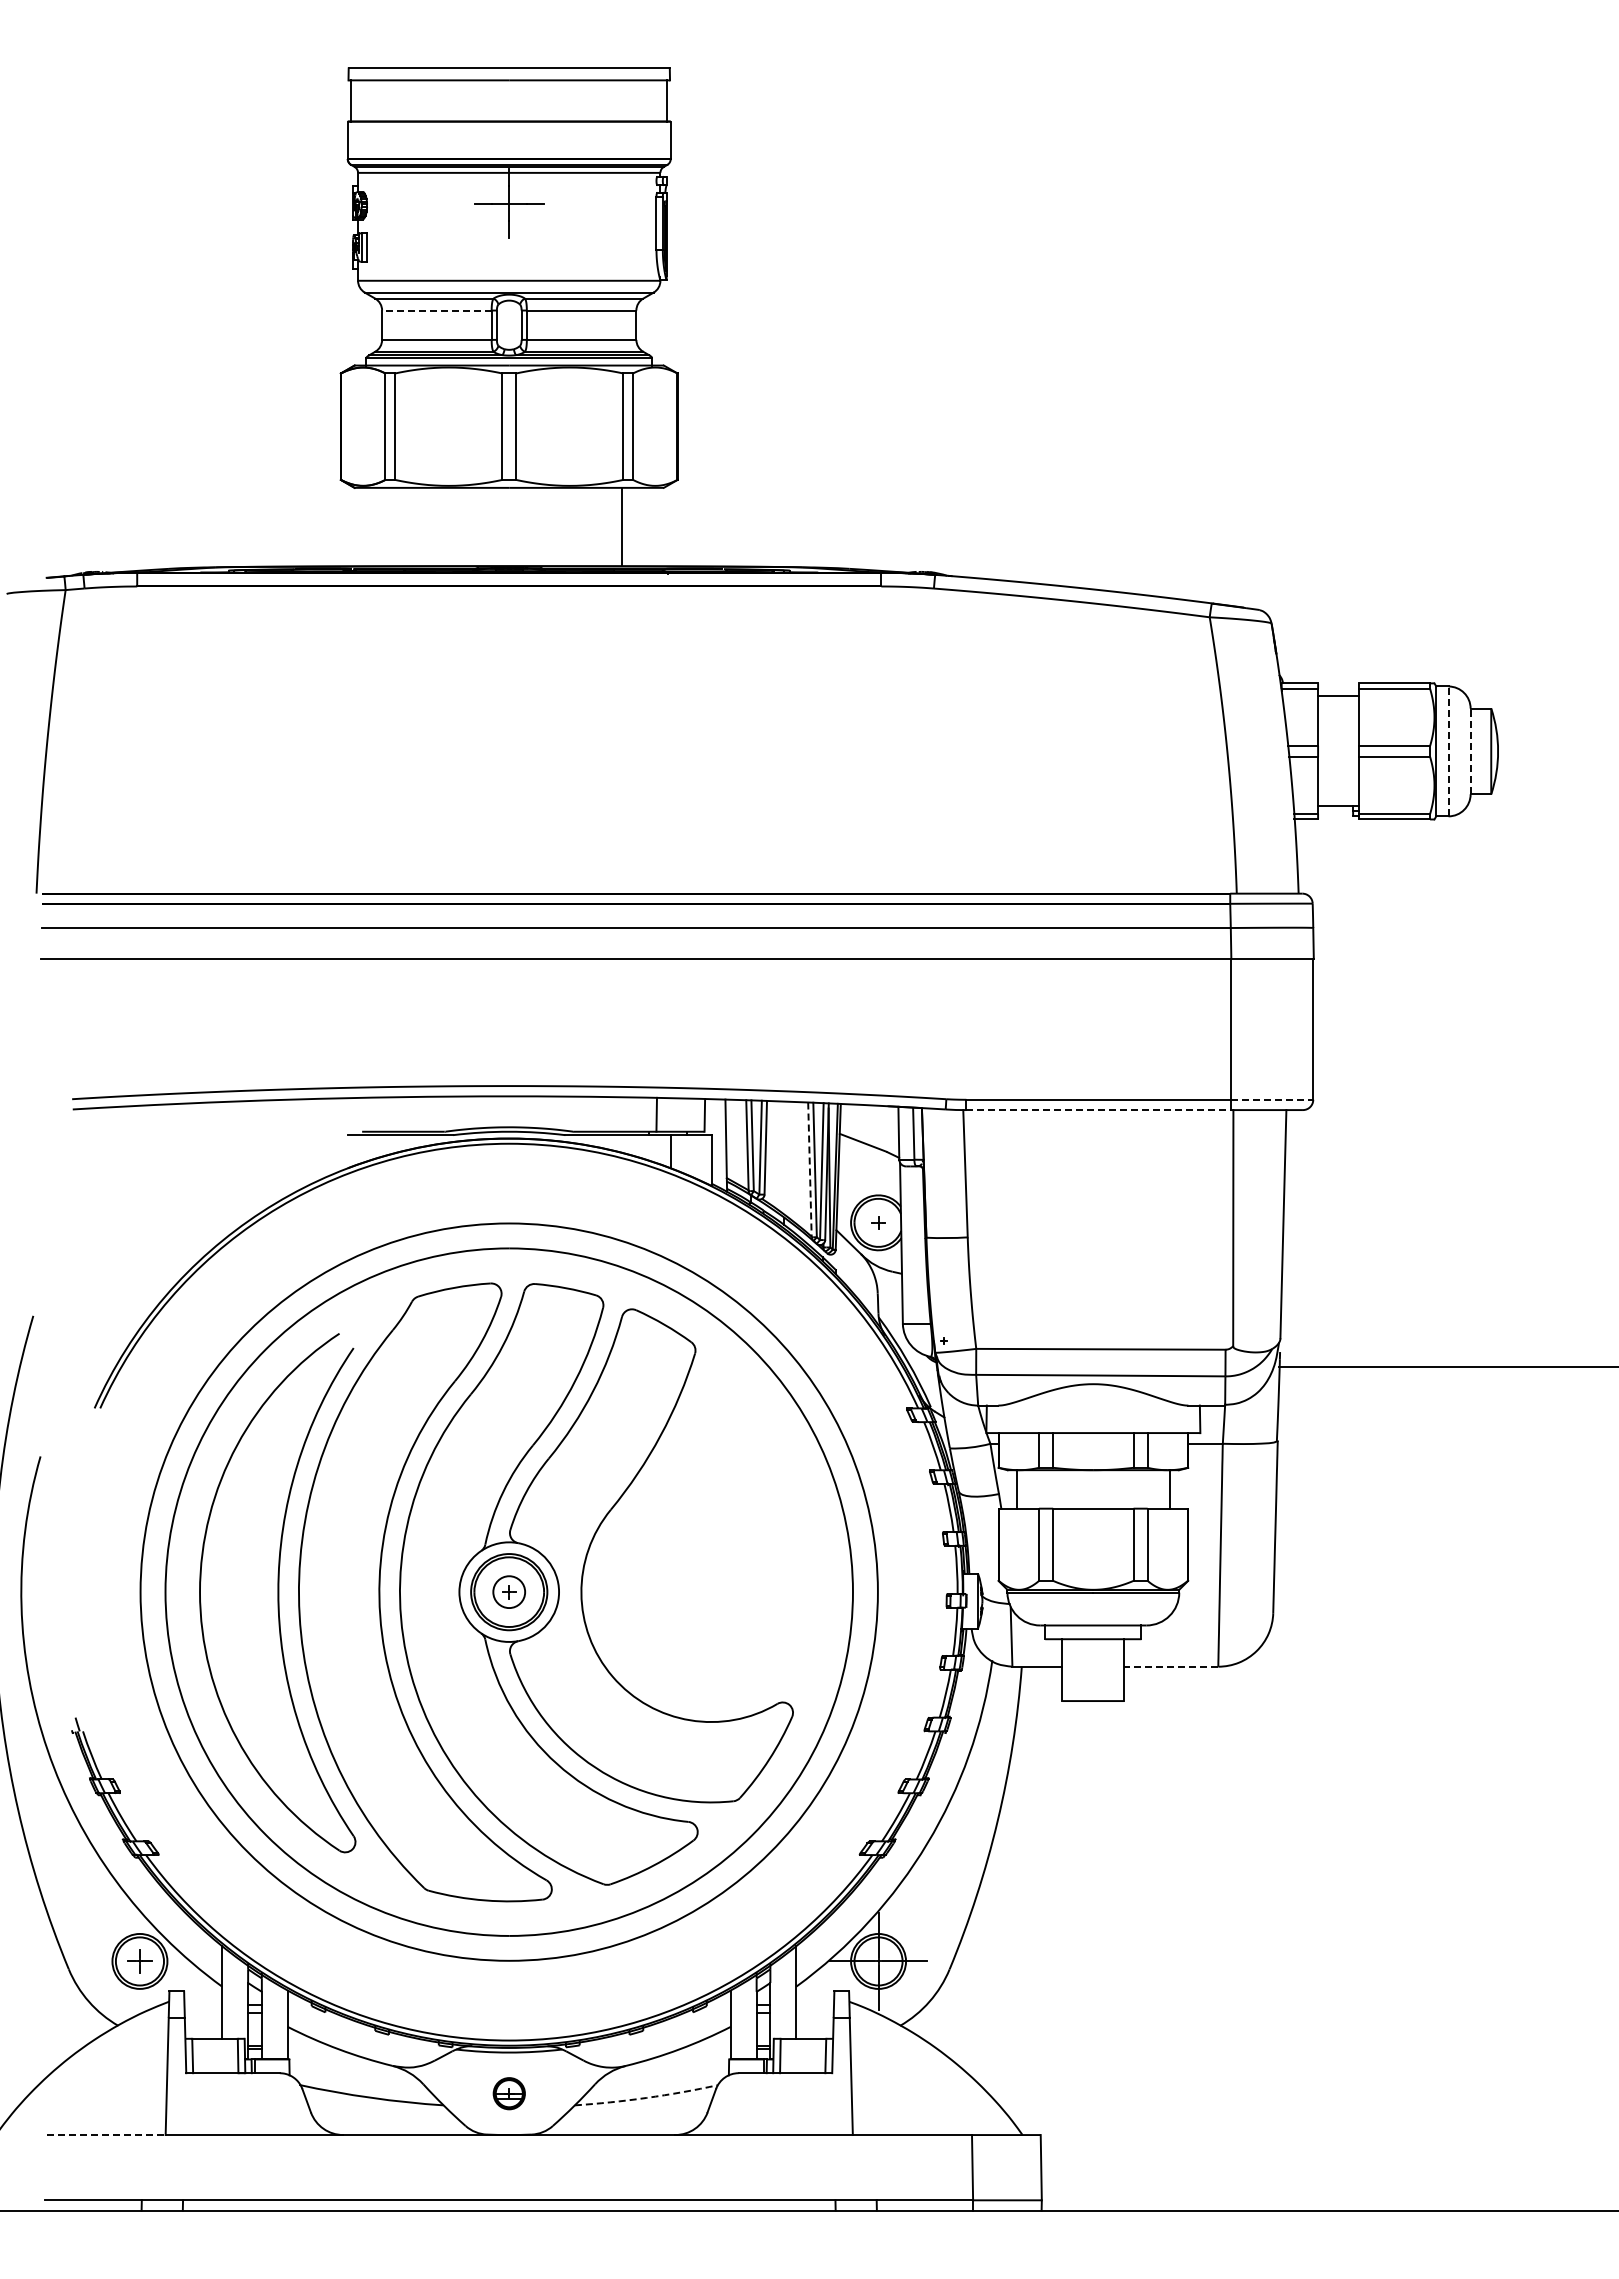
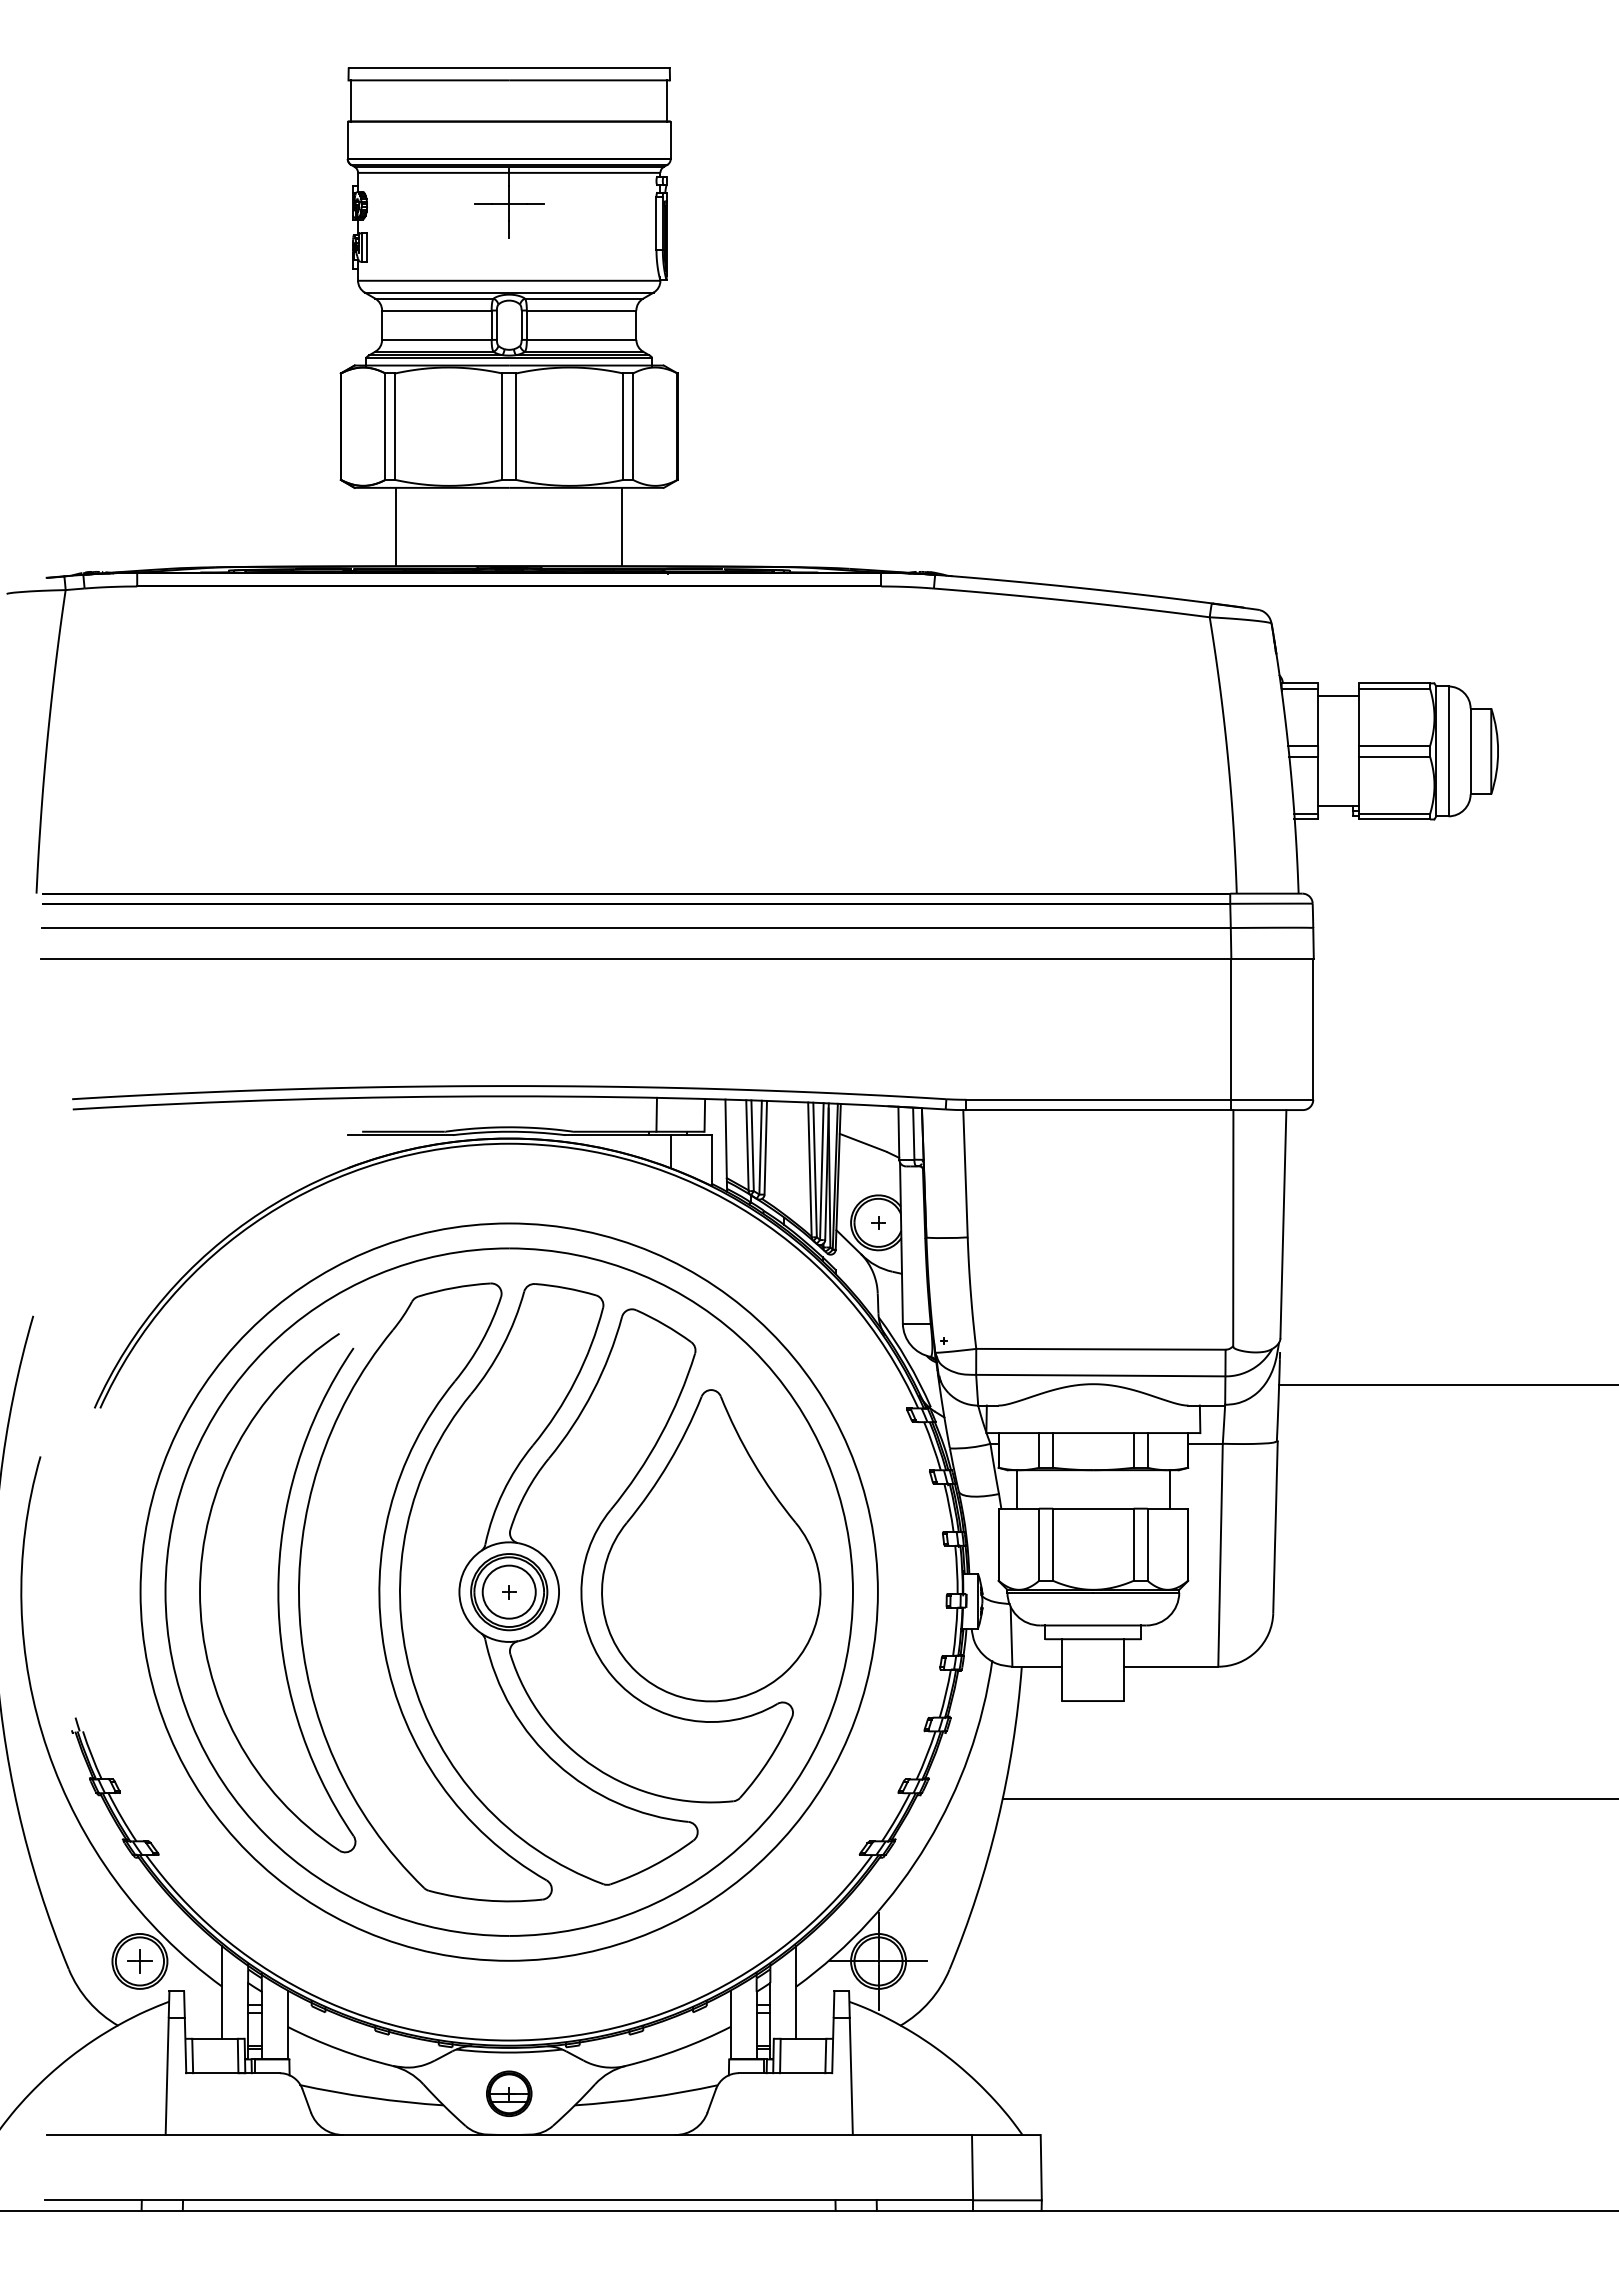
line at (436, 310): dashed -> solid
line at (396, 526): none -> present
line at (1448, 751): dashed -> solid
line at (1470, 751): dashed -> solid
line at (1272, 1099): dashed -> solid
line at (1099, 1110): dashed -> solid
line at (809, 1170): dashed -> solid
line at (1447, 1366) position: (1447, 1366) -> (1447, 1384)
part at (711, 1545): none -> present
circle at (509, 1592) diameter: 32 px -> 53 px
line at (1170, 1666): dashed -> solid
line at (1308, 1799): none -> present
part at (508, 2093) size: 34x34 px -> 47x47 px
arc at (646, 2097): dashed -> solid
line at (106, 2135): dashed -> solid
